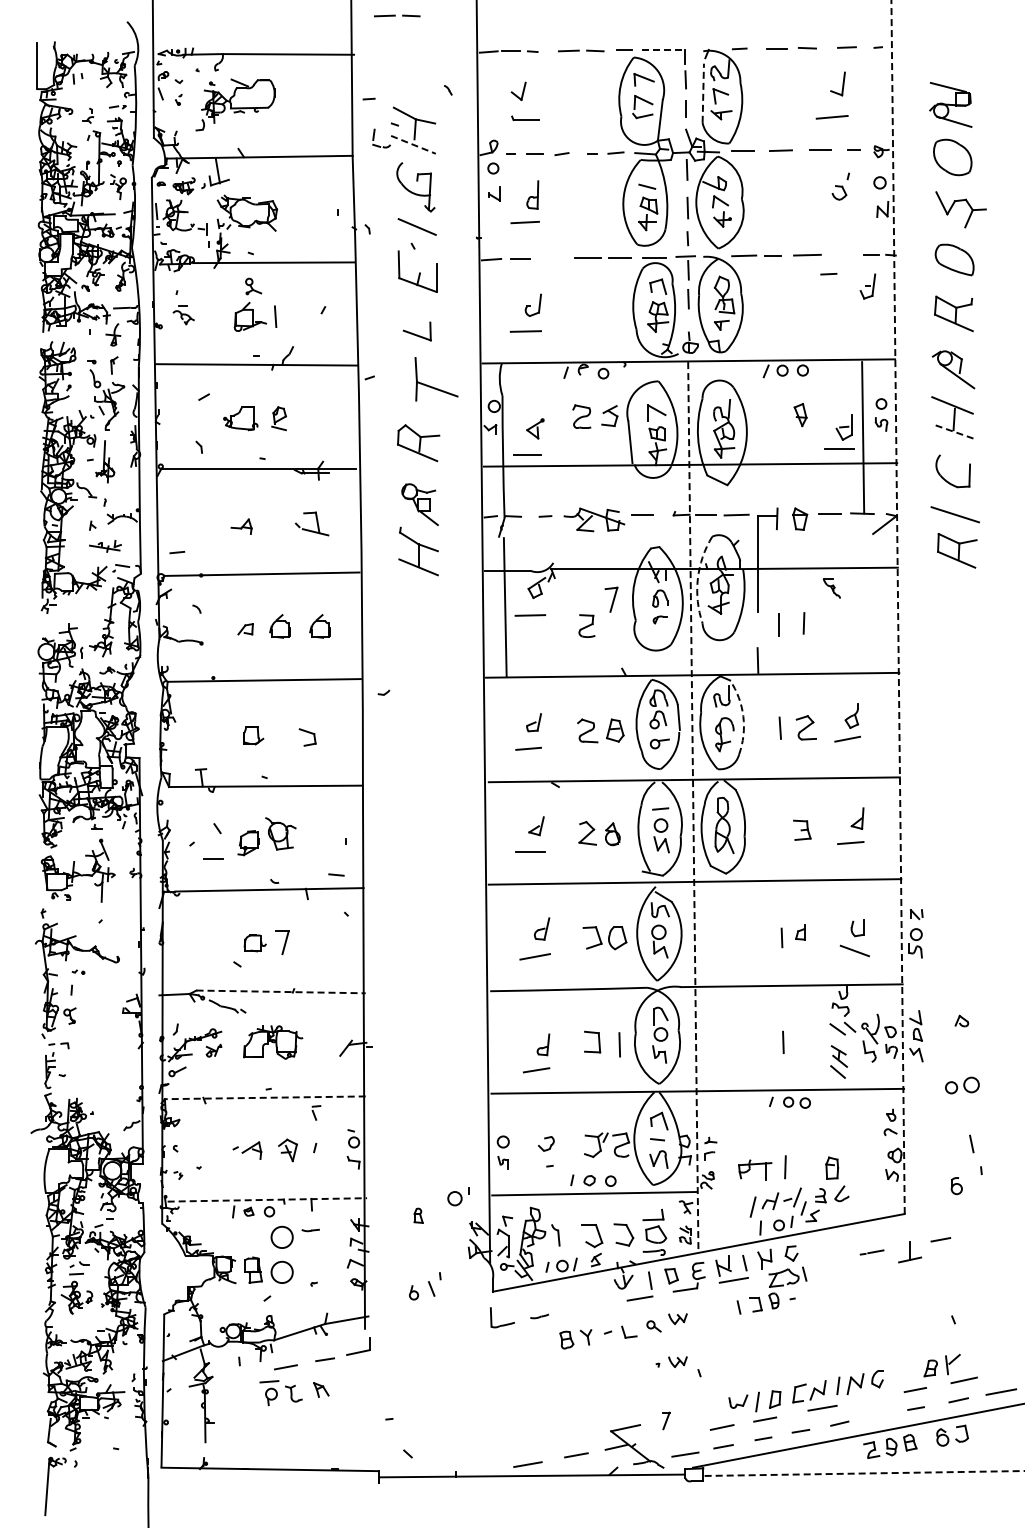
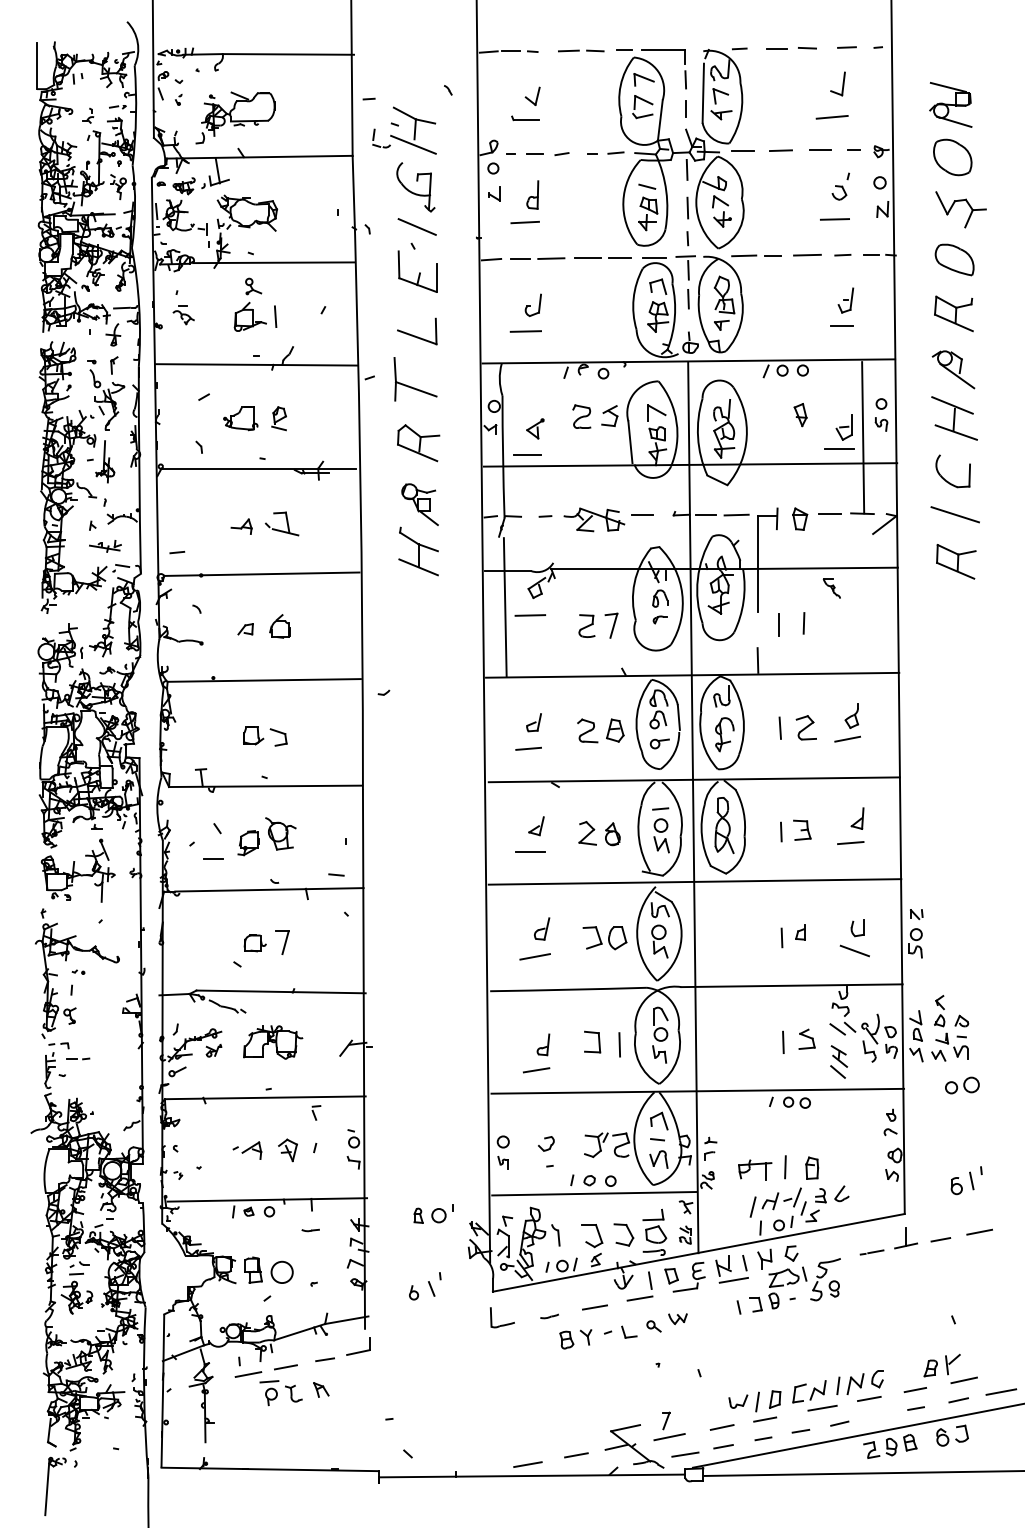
part at (397, 15): present -> none
line at (663, 49): dashed -> solid
part at (518, 90) position: (518, 90) -> (532, 95)
line at (703, 93): dashed -> solid
part at (235, 104) position: (235, 104) -> (235, 117)
line at (413, 145): dashed -> solid
line at (834, 219): none -> present
line at (551, 258): none -> present
line at (828, 274) position: (828, 274) -> (842, 255)
part at (867, 286) position: (867, 286) -> (845, 300)
line at (841, 325): none -> present
part at (416, 331) size: 30x21 px -> 41x29 px
part at (432, 386) position: (432, 386) -> (411, 386)
line at (956, 432): dashed -> solid
part at (311, 523) position: (311, 523) -> (281, 523)
part at (957, 550) position: (957, 550) -> (956, 561)
arc at (697, 579): dashed -> solid
part at (611, 599) position: (611, 599) -> (611, 625)
line at (898, 607): dashed -> solid
part at (319, 626): present -> none
arc at (743, 716): dashed -> solid
part at (307, 737) position: (307, 737) -> (278, 737)
line at (693, 807): dashed -> solid
line at (781, 831): none -> present
line at (281, 991): dashed -> solid
part at (949, 1028): none -> present
part at (806, 1038): none -> present
part at (78, 1058): none -> present
line at (264, 1097): dashed -> solid
line at (971, 1143) position: (971, 1143) -> (971, 1180)
part at (832, 1167) position: (832, 1167) -> (812, 1167)
part at (458, 1196) position: (458, 1196) -> (442, 1213)
line at (267, 1199): dashed -> solid
line at (979, 1231): none -> present
circle at (281, 1236): present -> none
part at (909, 1252) position: (909, 1252) -> (905, 1238)
part at (825, 1279): none -> present
line at (594, 1307): none -> present
line at (539, 1316) position: (539, 1316) -> (549, 1316)
part at (677, 1362): present -> none
line at (248, 1374): none -> present
line at (869, 1398): none -> present
line at (669, 1437): none -> present
line at (864, 1473): dashed -> solid
